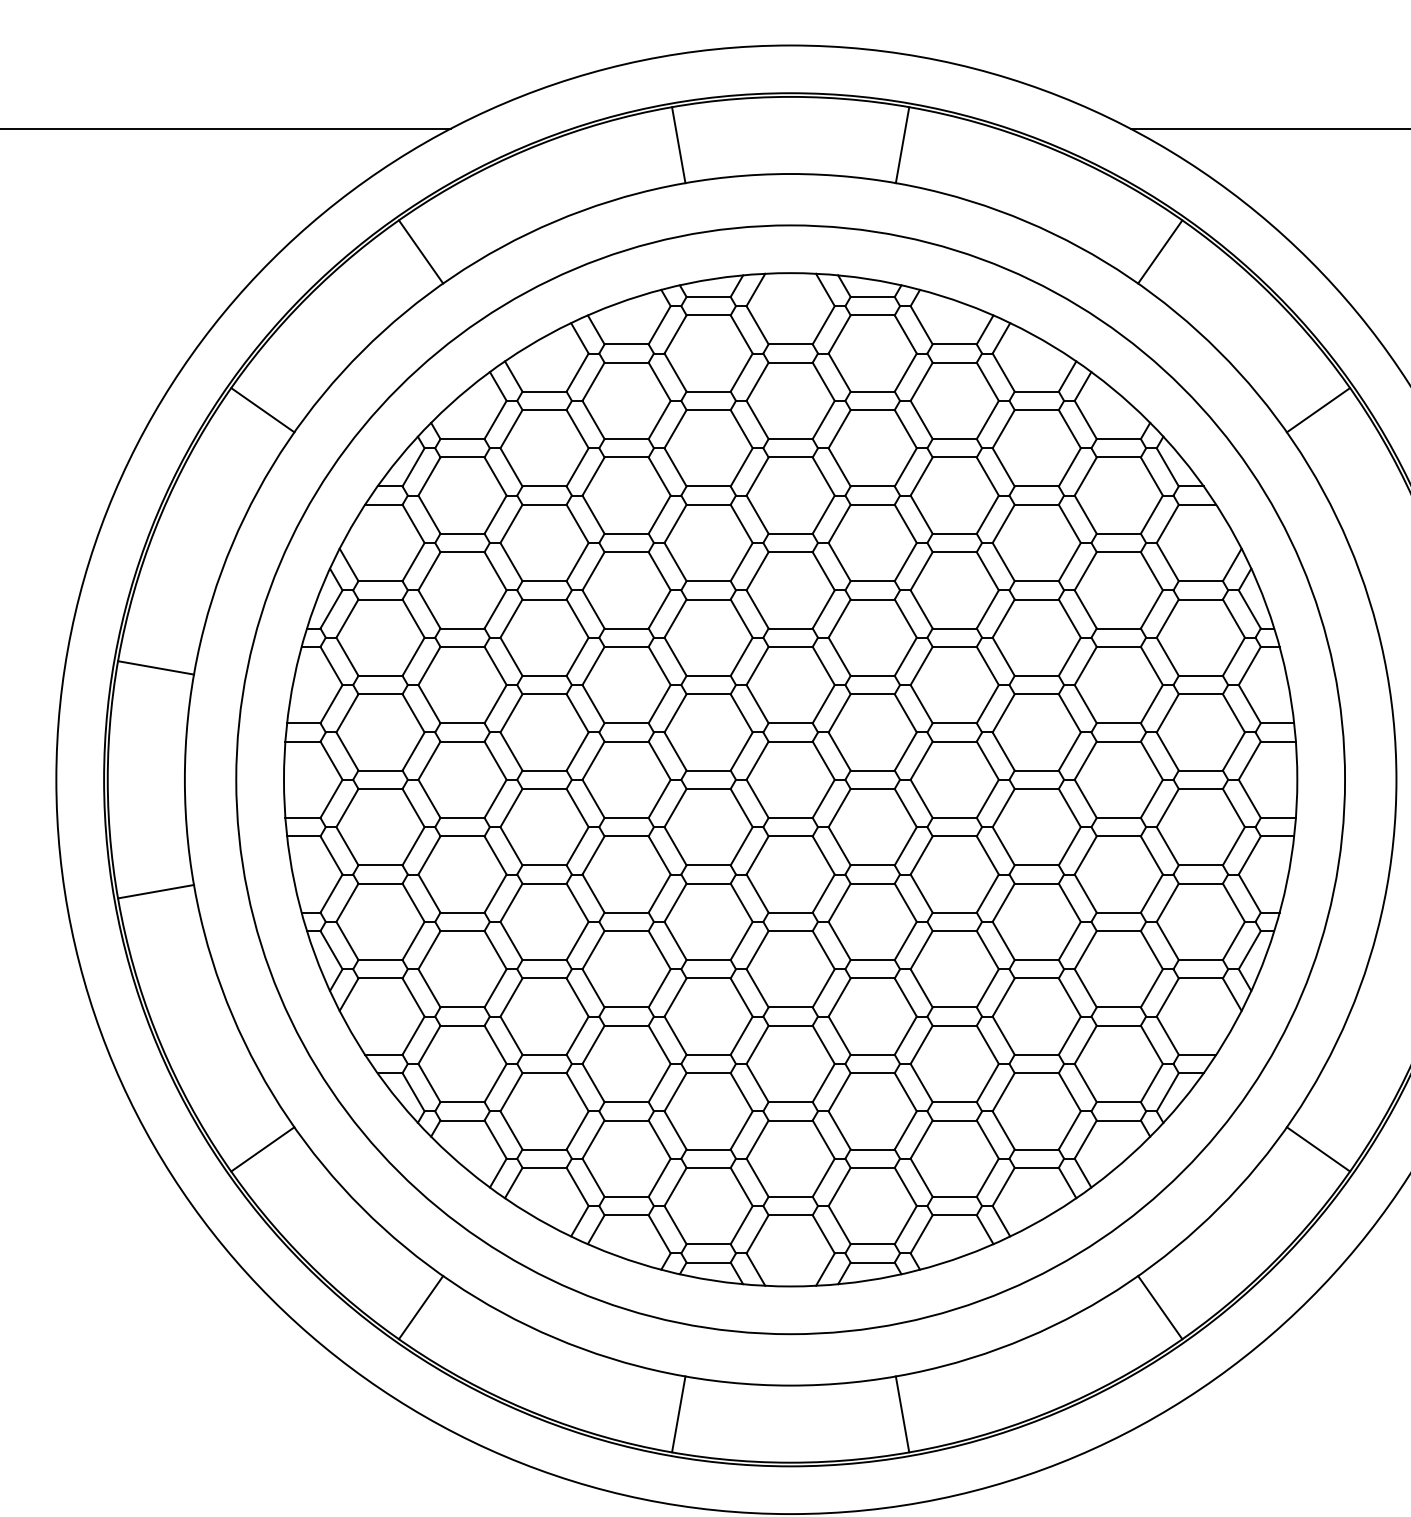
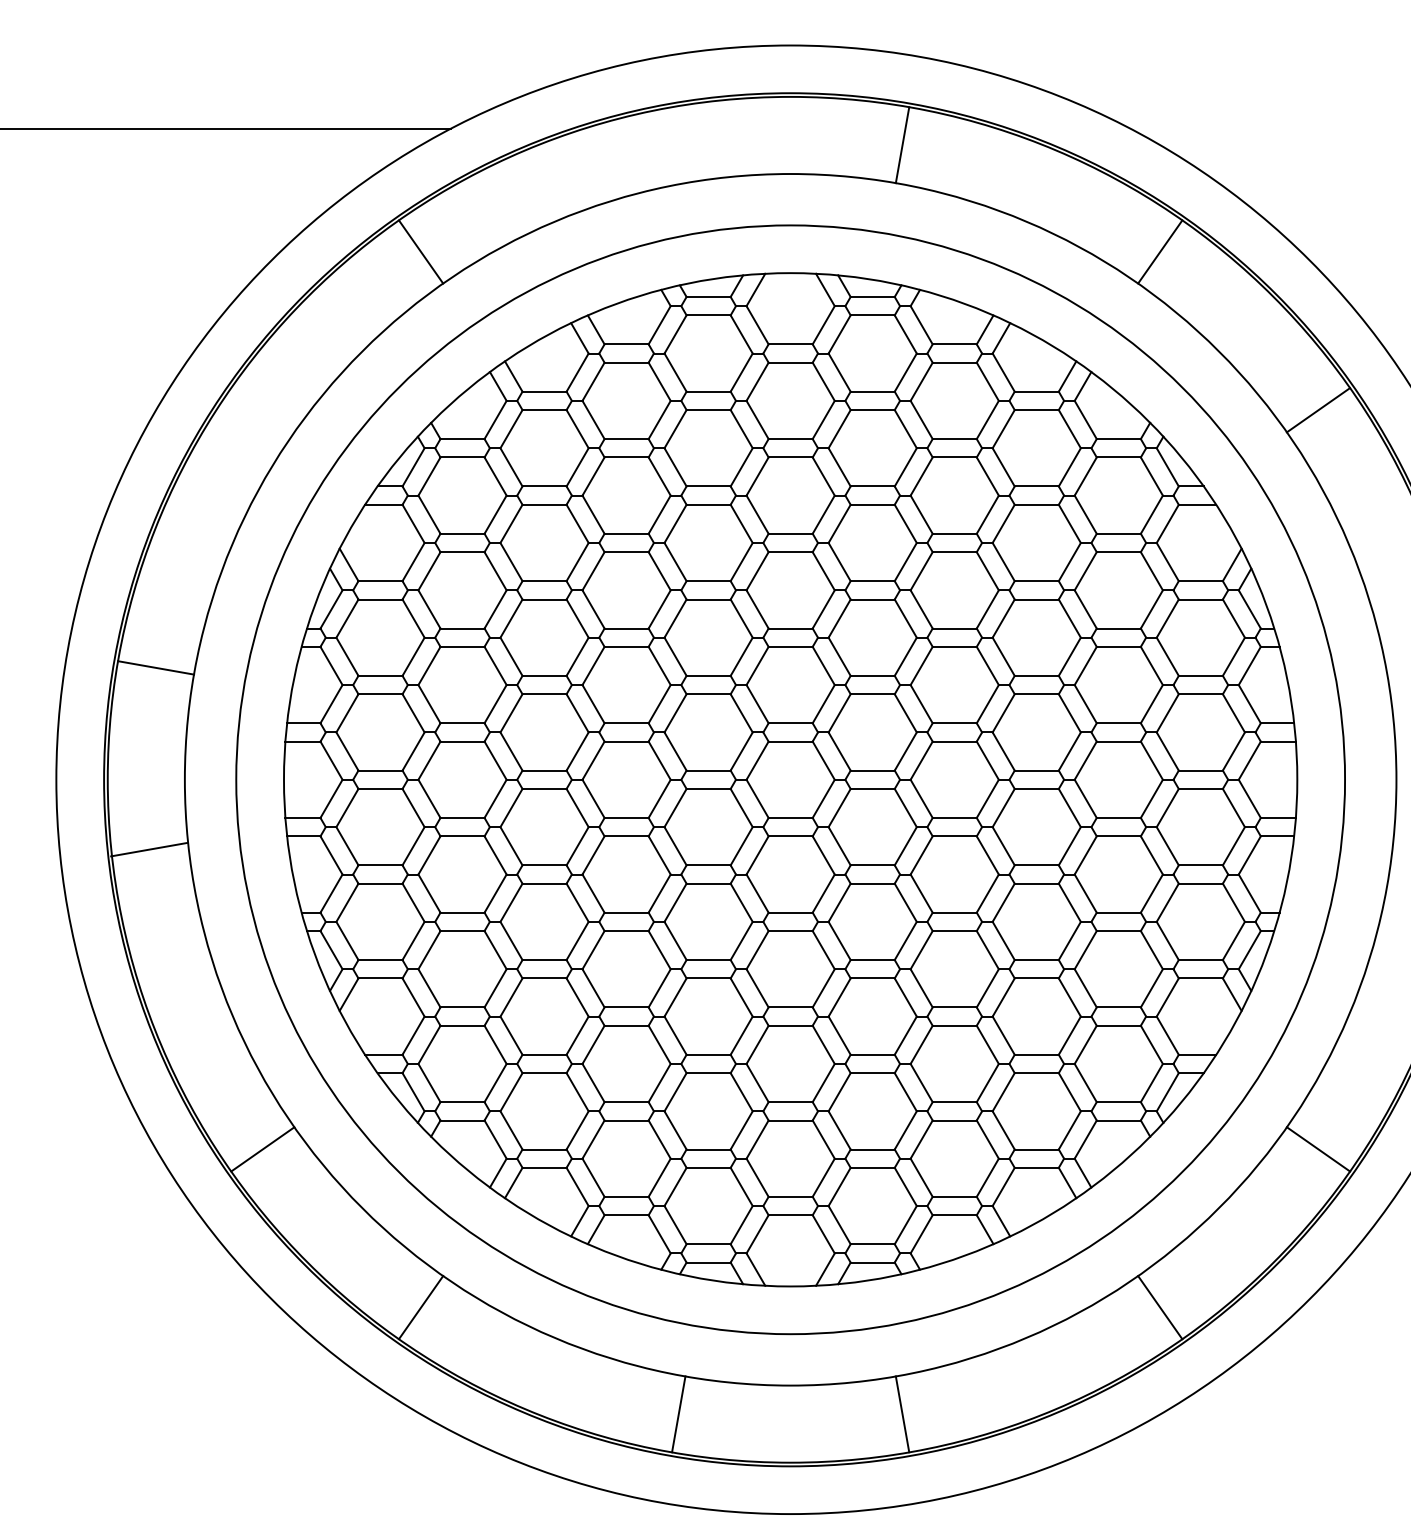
line at (1268, 128): present -> none
line at (678, 145): present -> none
line at (262, 410): present -> none
line at (156, 891) position: (156, 891) -> (149, 849)
